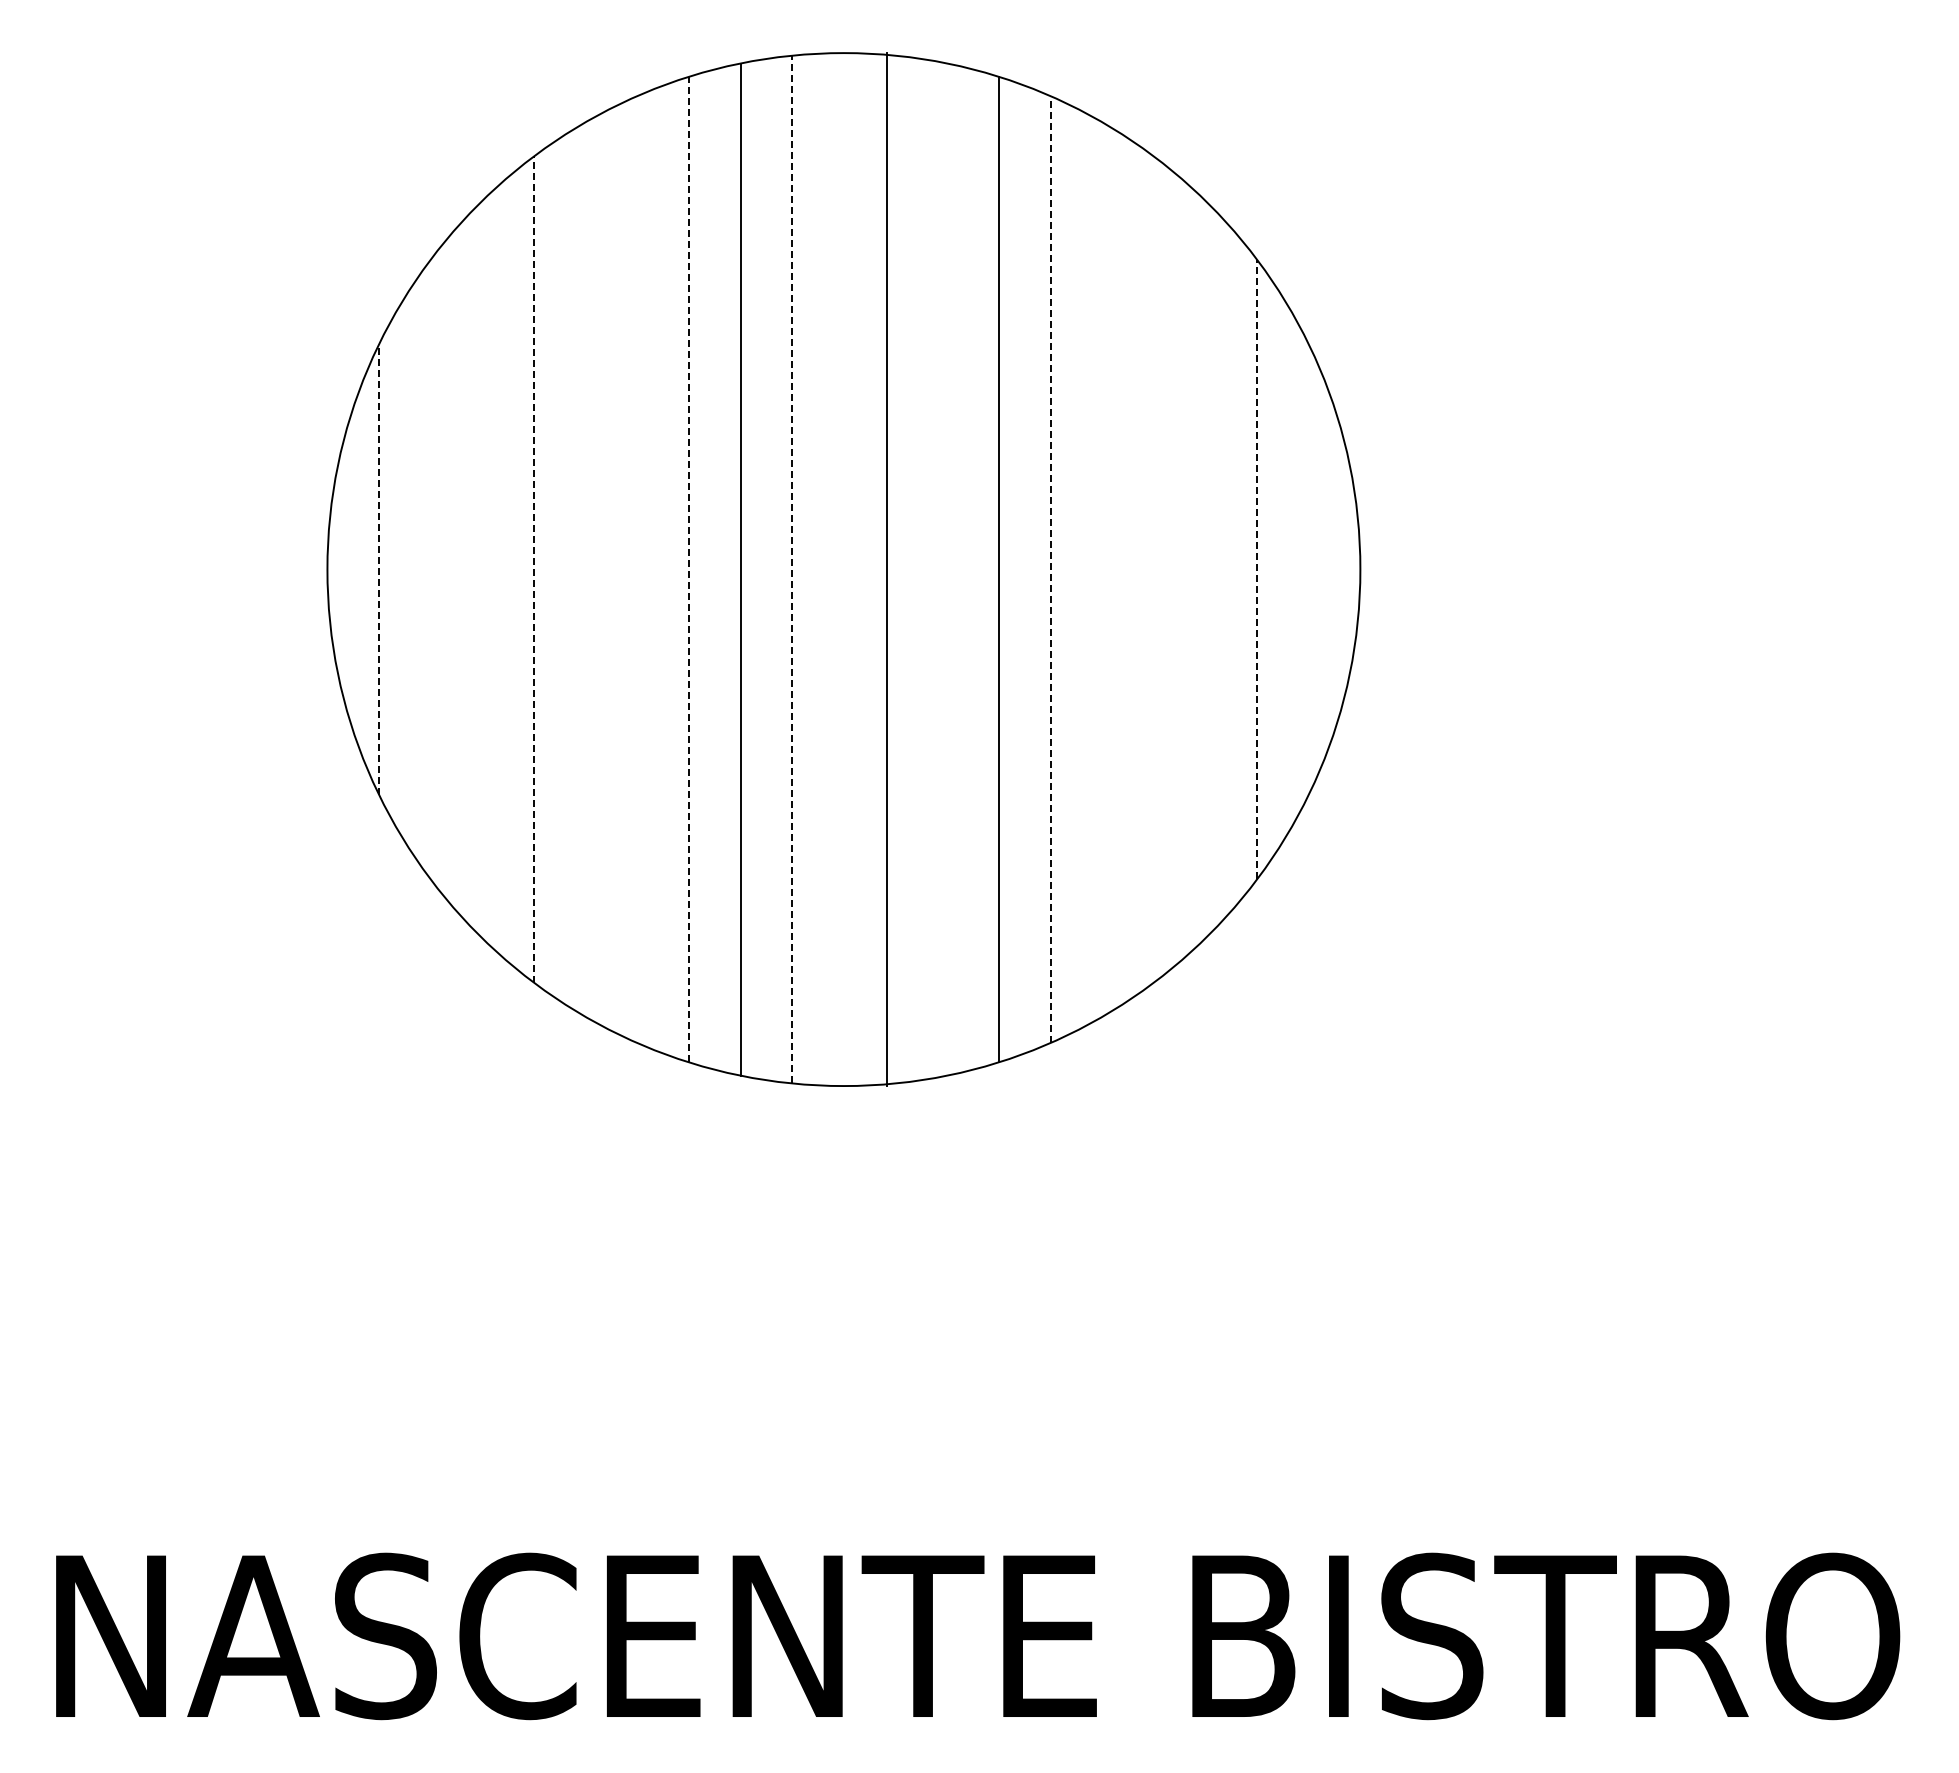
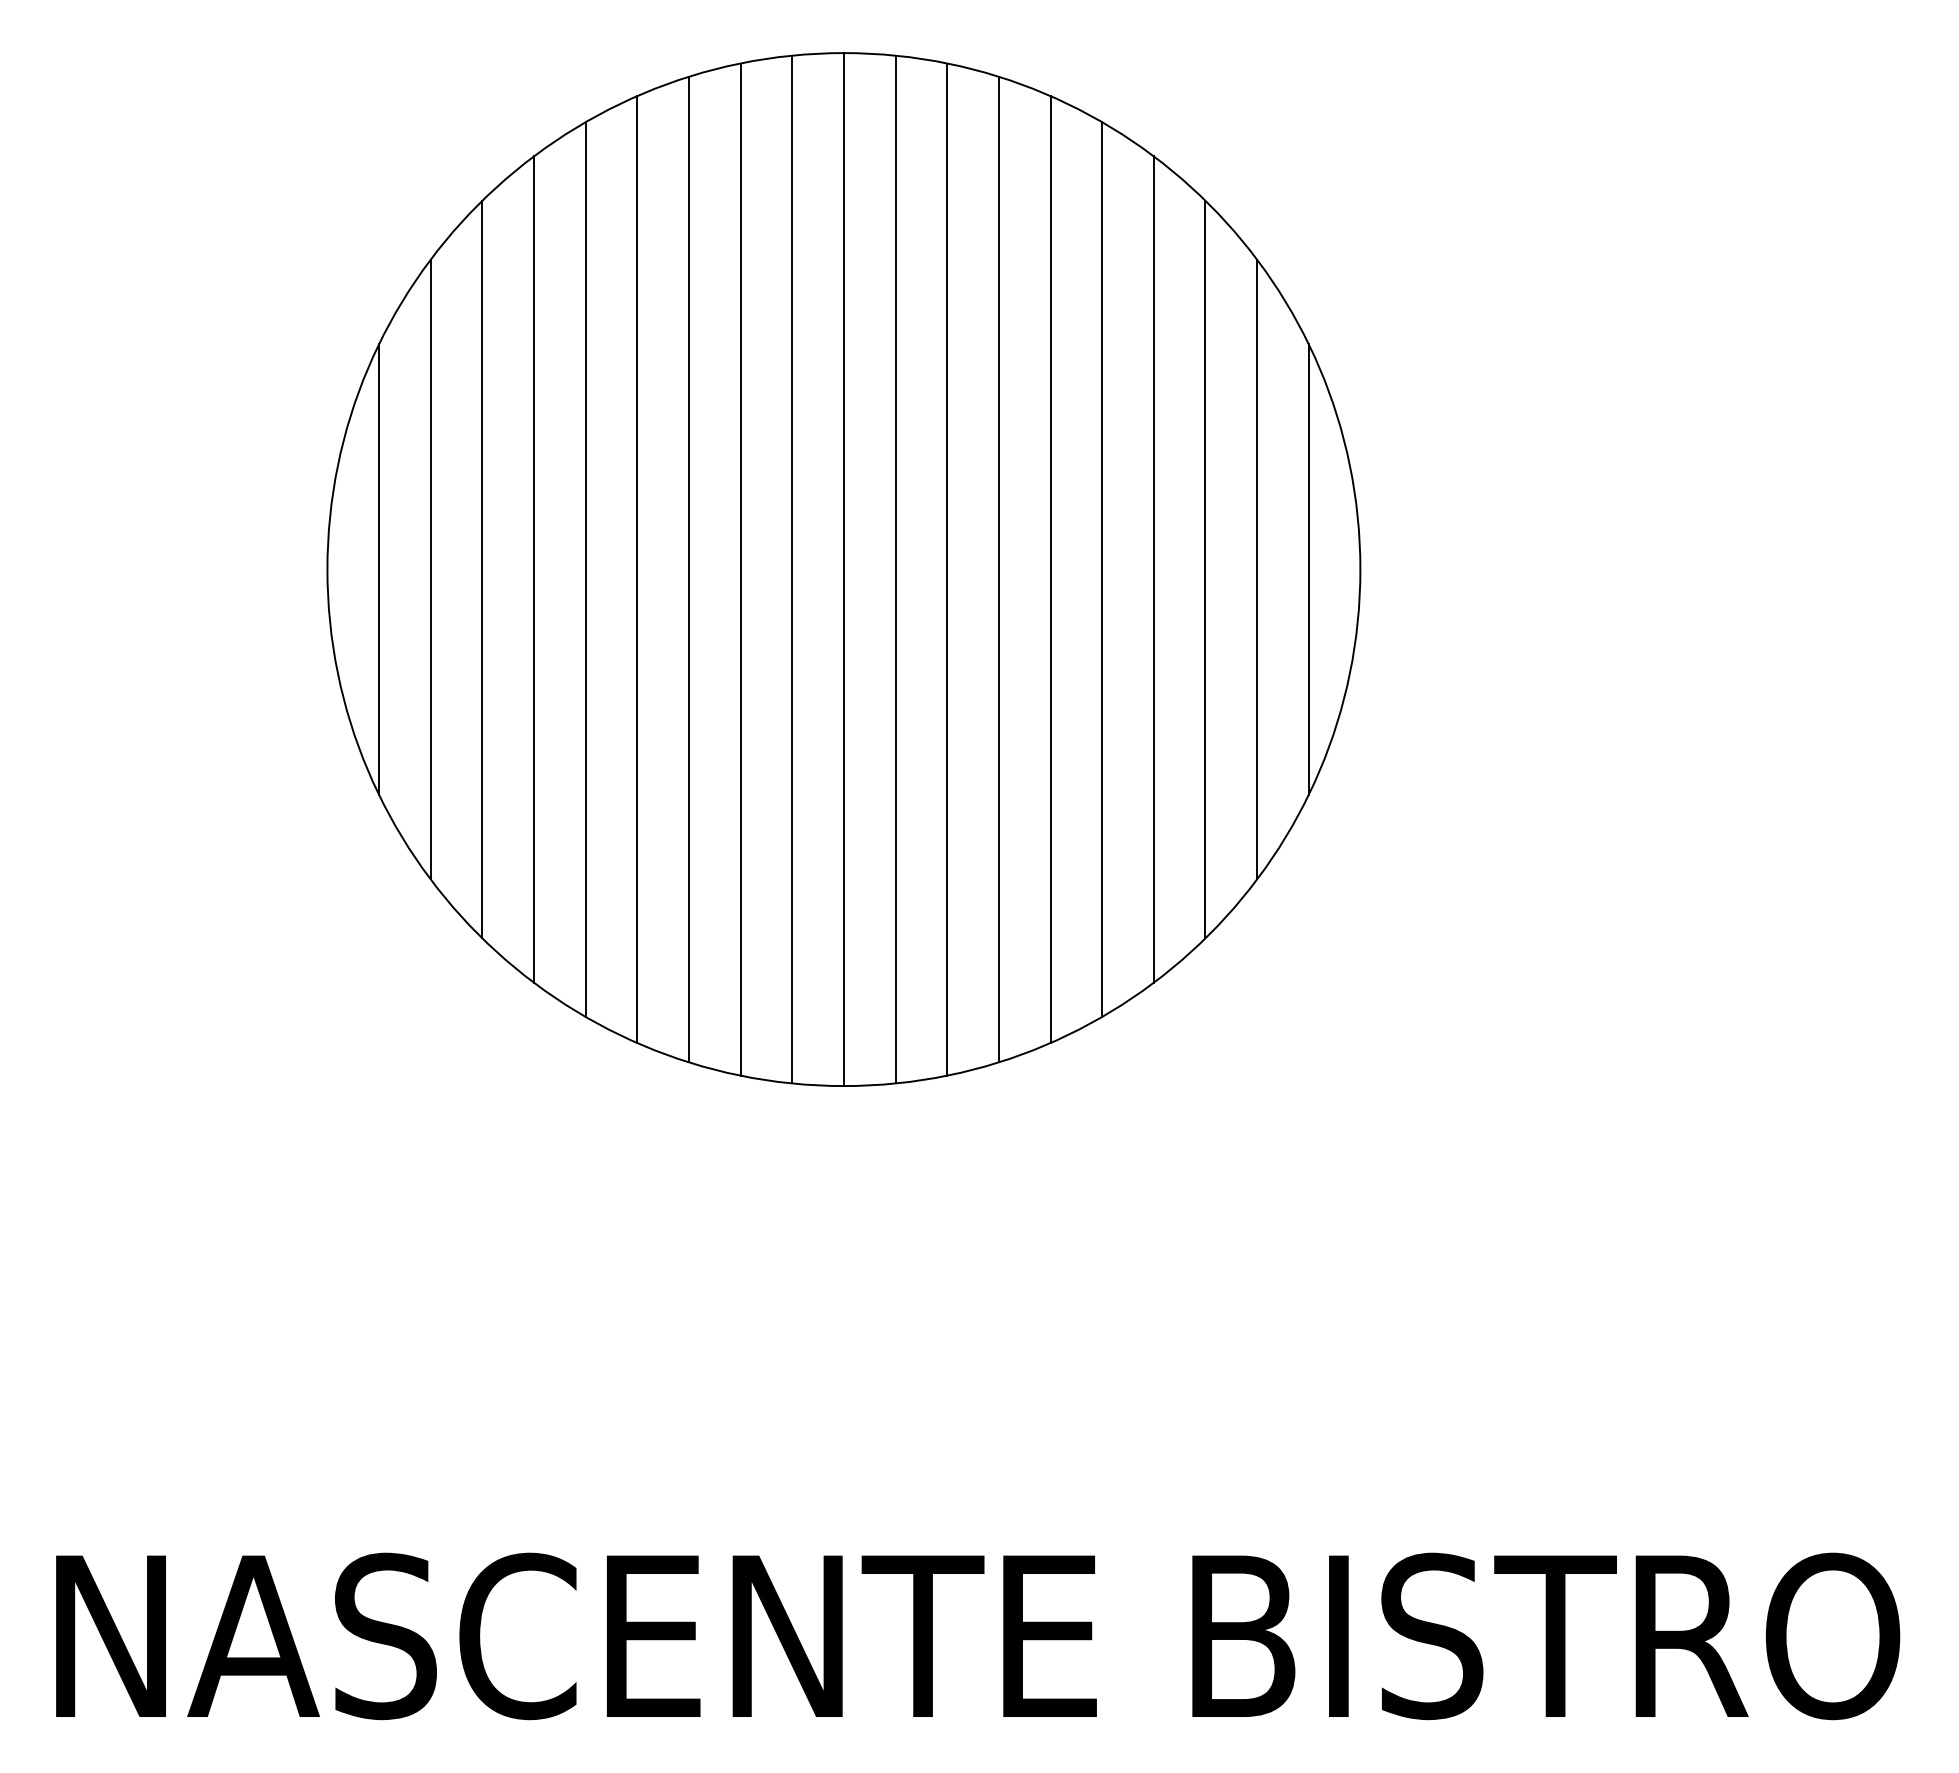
line at (379, 569): dashed -> solid
line at (430, 569): none -> present
line at (482, 569): none -> present
line at (534, 569): dashed -> solid
line at (585, 569): none -> present
line at (637, 569): none -> present
line at (688, 569): dashed -> solid
line at (792, 569): dashed -> solid
line at (886, 569) position: (886, 569) -> (843, 569)
line at (895, 569): none -> present
line at (947, 569): none -> present
line at (1050, 569): dashed -> solid
line at (1102, 569): none -> present
line at (1153, 569): none -> present
line at (1205, 569): none -> present
line at (1257, 569): dashed -> solid
line at (1308, 569): none -> present
